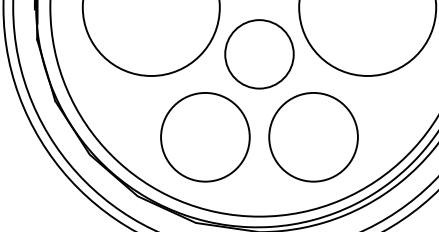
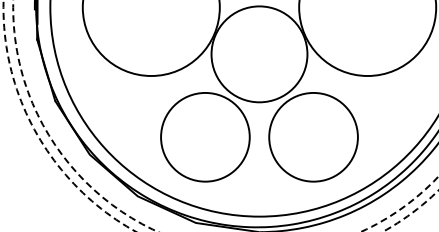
circle at (259, 54) diameter: 69 px -> 96 px
circle at (220, 115): solid -> dashed
circle at (225, 115): solid -> dashed
